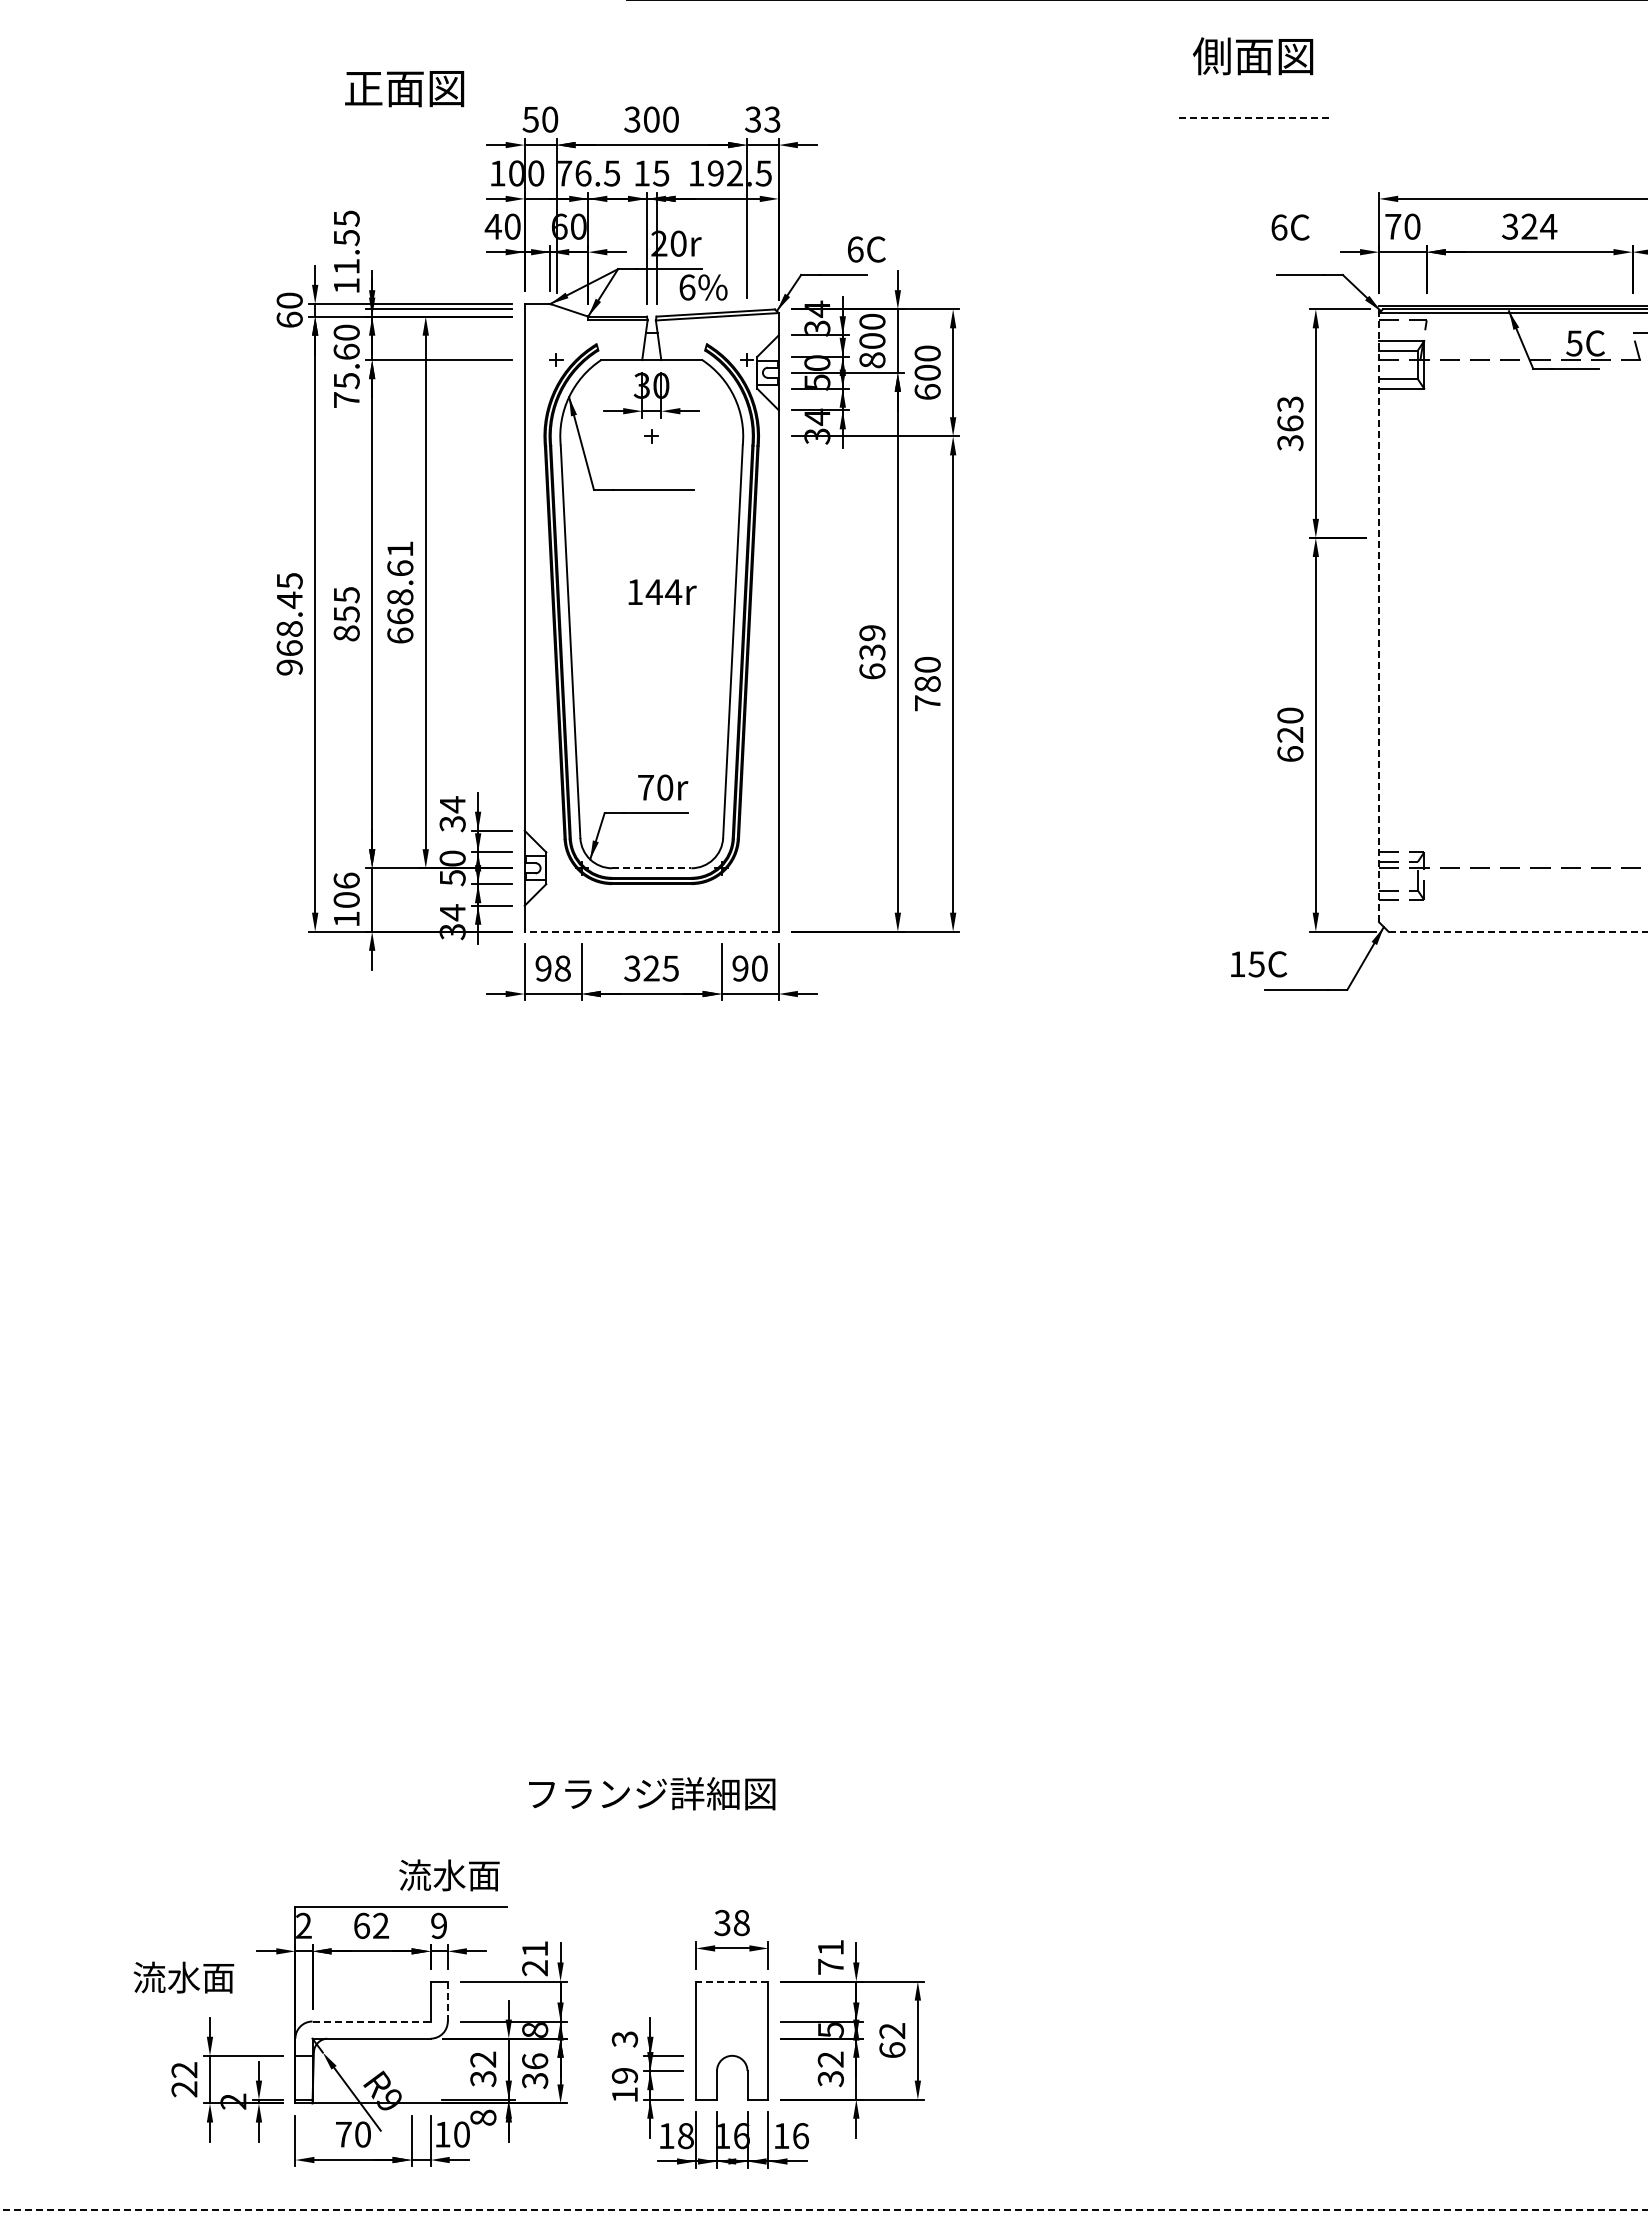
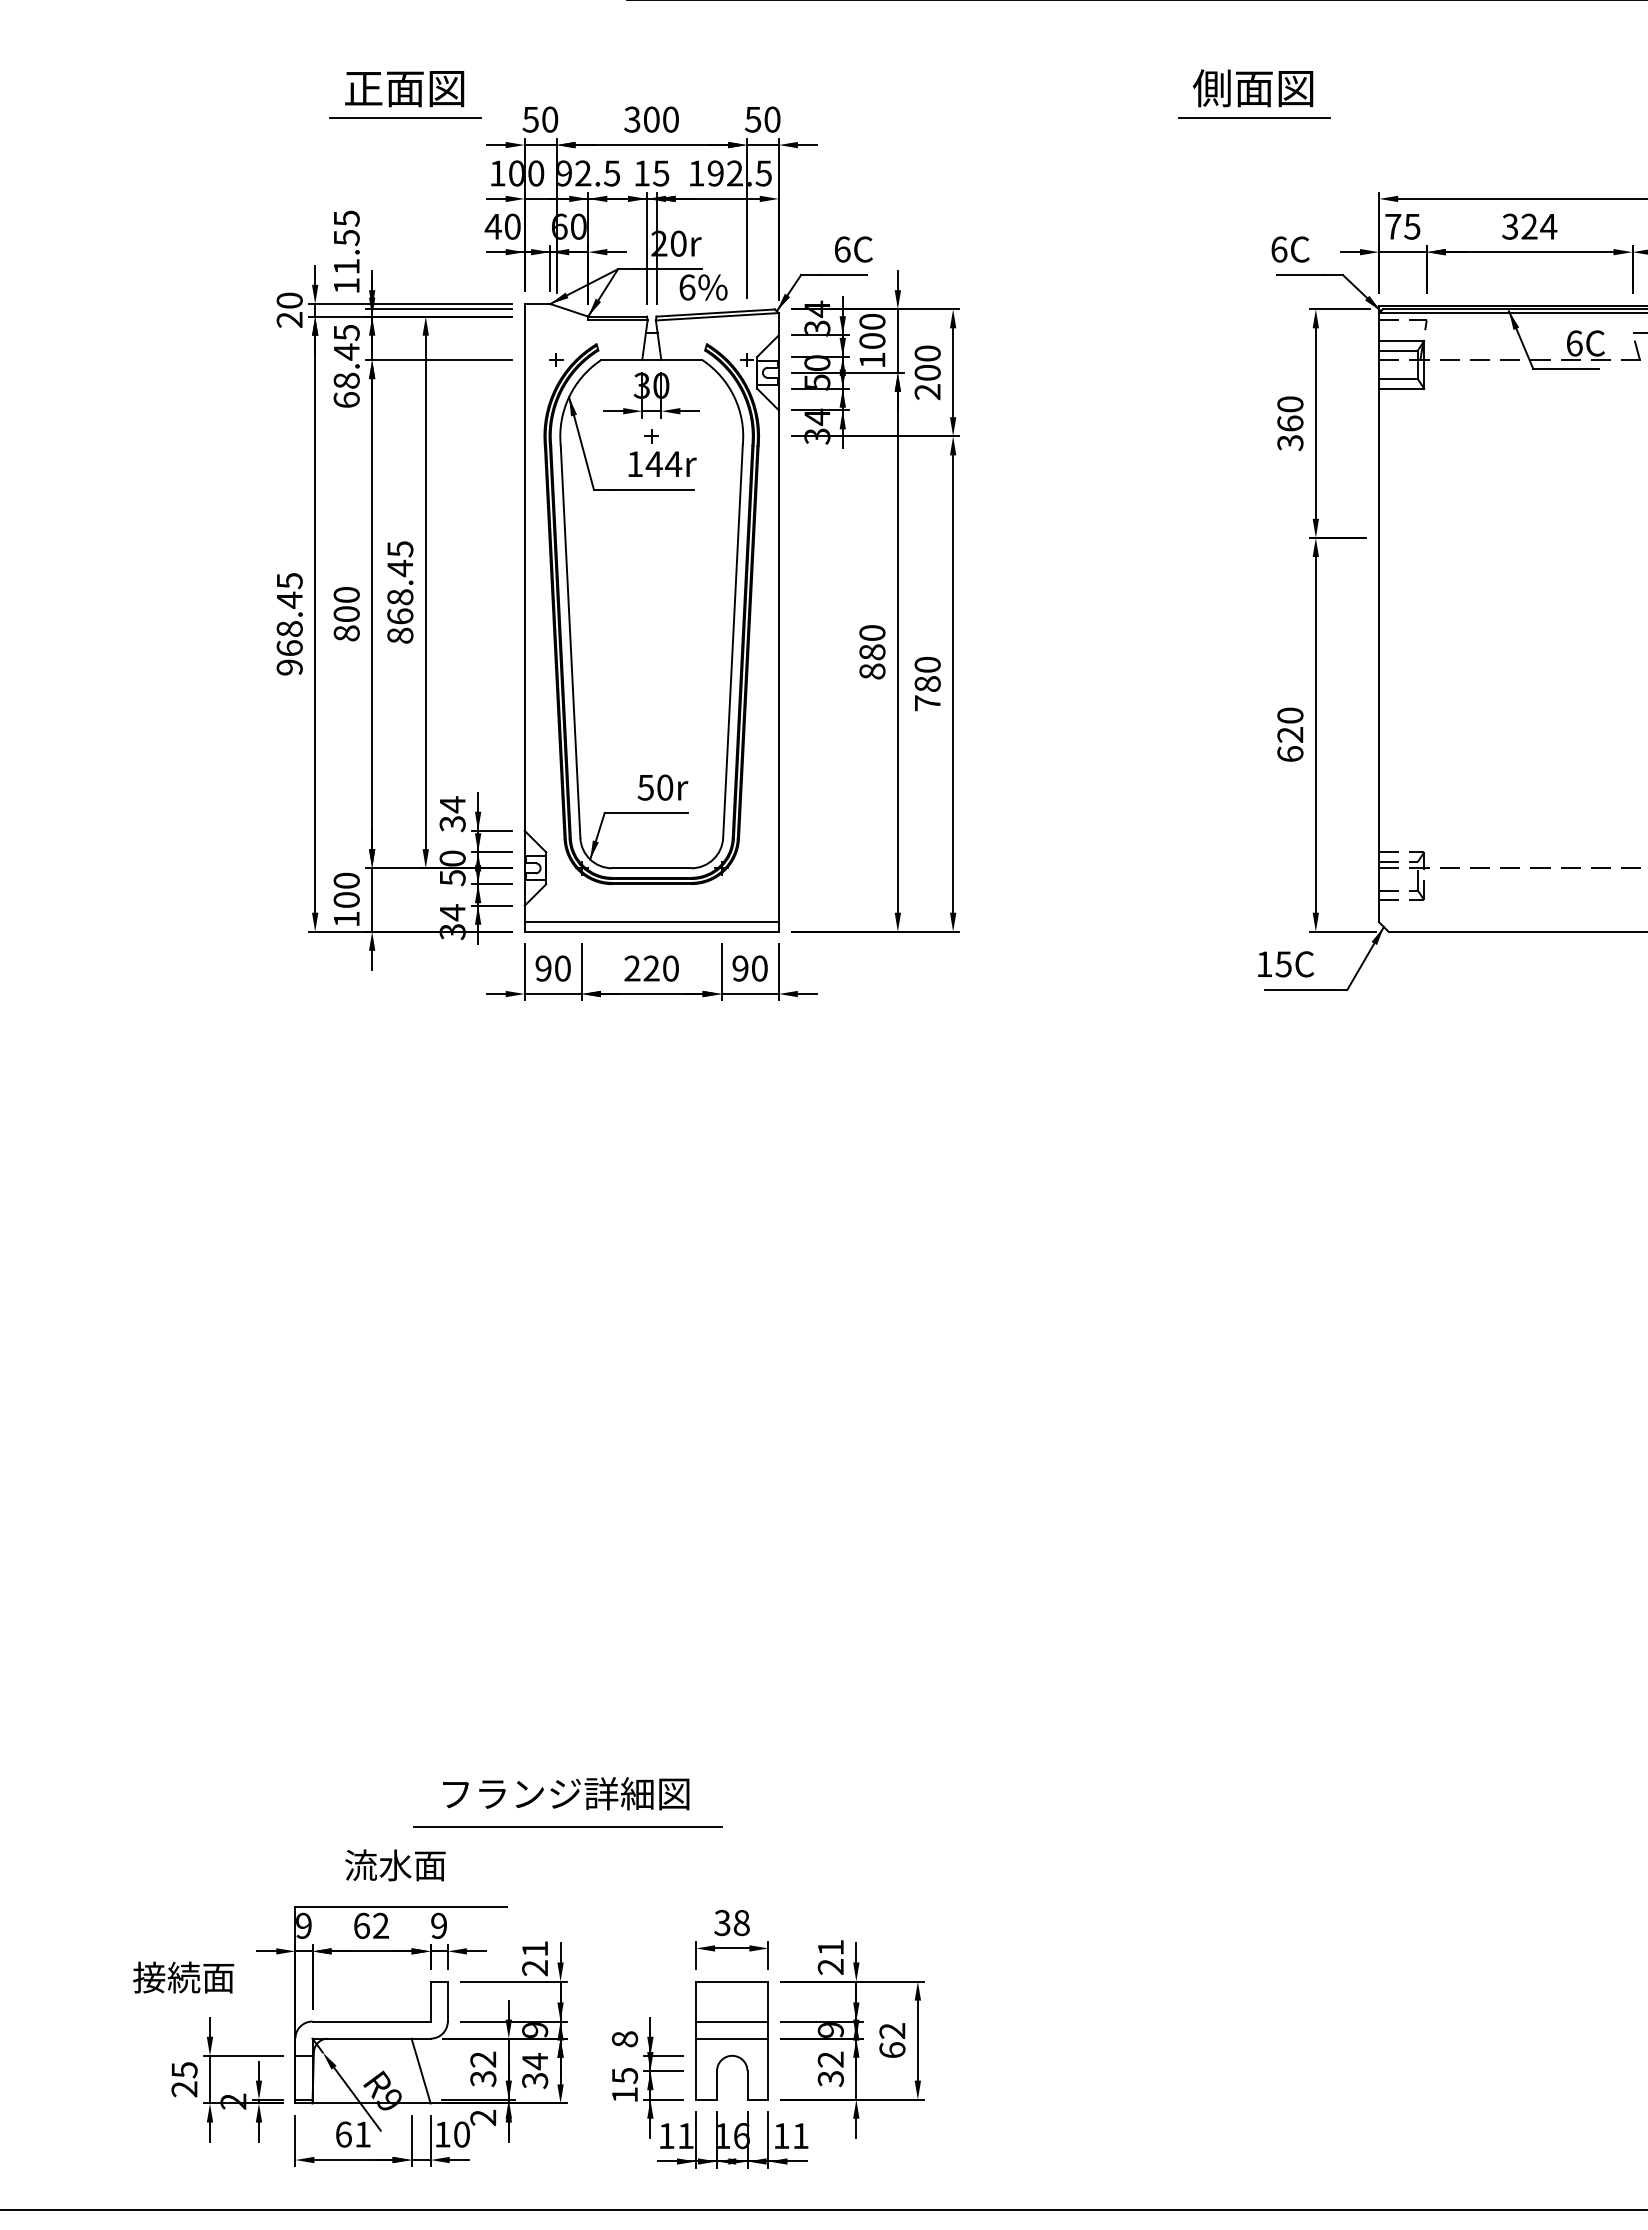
text at (1252, 56) position: (1252, 56) -> (1252, 88)
line at (405, 117): none -> present
line at (1254, 118): dashed -> solid
text at (762, 119): 33 -> 50
text at (574, 173): 76.5 -> 92.5
text at (1412, 226): 70 -> 75
text at (1290, 227) position: (1290, 227) -> (1290, 249)
text at (866, 249) position: (866, 249) -> (853, 249)
text at (289, 319): 60 -> 20
text at (1574, 343): 5C -> 6C
text at (872, 360): 800 -> 100
text at (346, 365): 75.60 -> 68.45
text at (927, 392): 600 -> 200
text at (1290, 404): 363 -> 360
text at (662, 591) position: (662, 591) -> (662, 463)
text at (400, 592): 668.61 -> 868.45
text at (346, 604): 855 -> 800
line at (1379, 613): dashed -> solid
text at (872, 652): 639 -> 880
text at (645, 787): 70r -> 50r
line at (651, 868): dashed -> solid
text at (346, 880): 106 -> 100
line at (651, 922): none -> present
line at (651, 931): dashed -> solid
line at (1517, 931): dashed -> solid
text at (1259, 964) position: (1259, 964) -> (1286, 964)
text at (562, 968): 98 -> 90
text at (651, 968): 325 -> 220
text at (652, 1793) position: (652, 1793) -> (566, 1793)
line at (567, 1826): none -> present
text at (449, 1875) position: (449, 1875) -> (395, 1865)
text at (303, 1926): 2 -> 9
text at (830, 1966): 71 -> 21
text at (166, 1977): 流水面 -> 接続面
line at (731, 1981): dashed -> solid
line at (447, 2002): dashed -> solid
line at (372, 2021): dashed -> solid
line at (732, 2021): none -> present
text at (535, 2030): 8 -> 9
text at (830, 2030): 5 -> 9
line at (732, 2038): none -> present
text at (624, 2039): 3 -> 8
text at (535, 2061): 36 -> 34
text at (184, 2070): 22 -> 25
line at (420, 2070): none -> present
text at (624, 2076): 19 -> 15
text at (483, 2117): 8 -> 2
text at (353, 2134): 70 -> 61
text at (685, 2136): 18 -> 11
text at (800, 2136): 16 -> 11
line at (824, 2210): dashed -> solid
